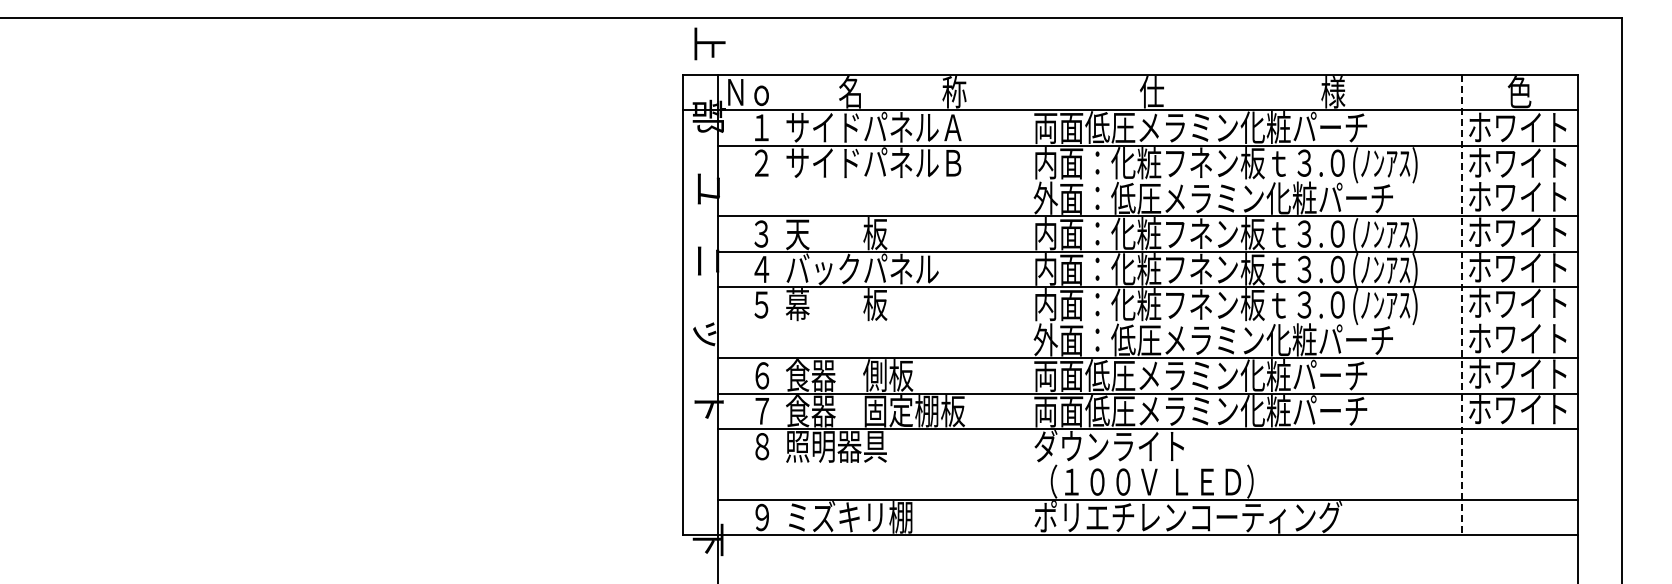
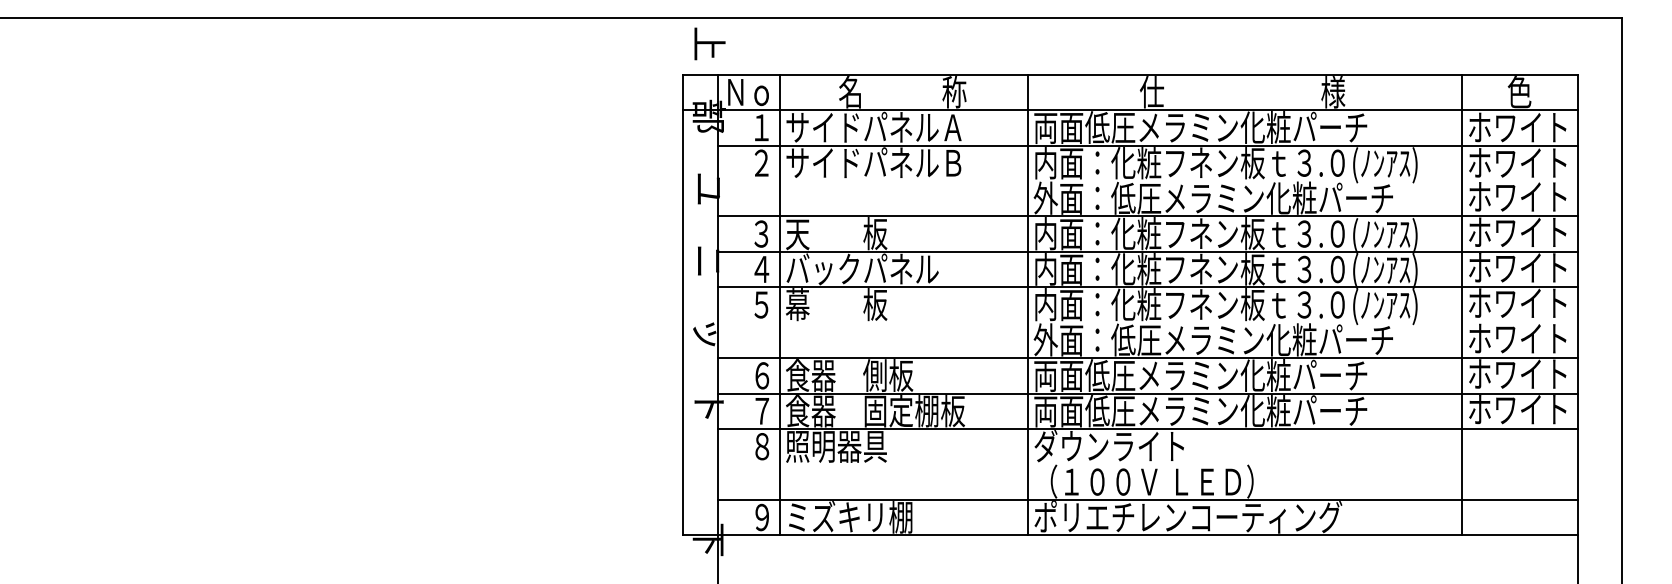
line at (780, 304): none -> present
line at (1028, 304): none -> present
line at (1462, 305): dashed -> solid
